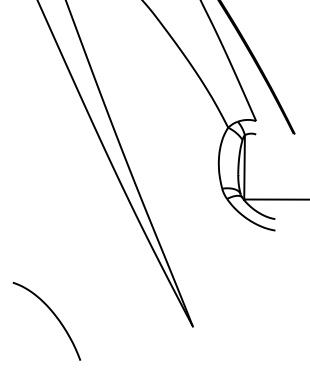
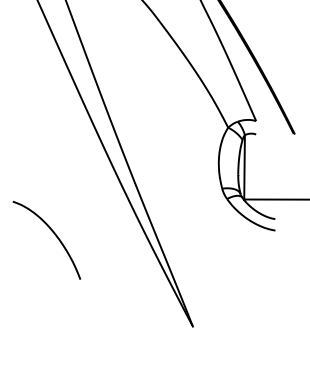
curve at (55, 317) position: (55, 317) -> (55, 236)
